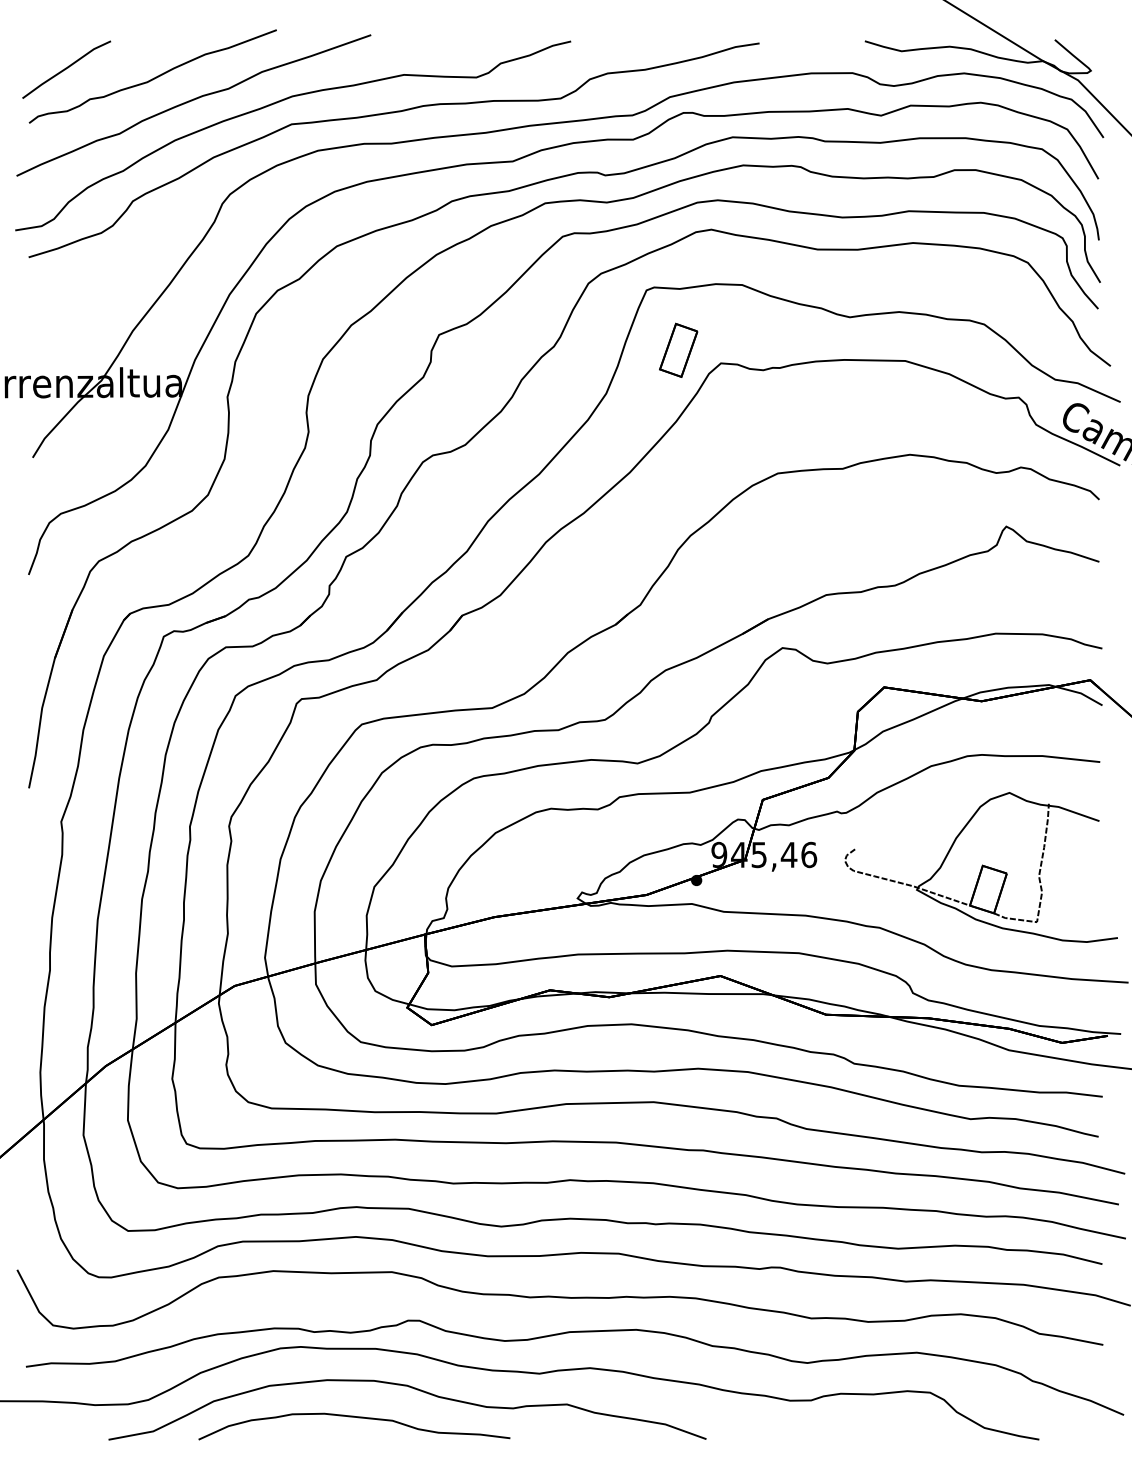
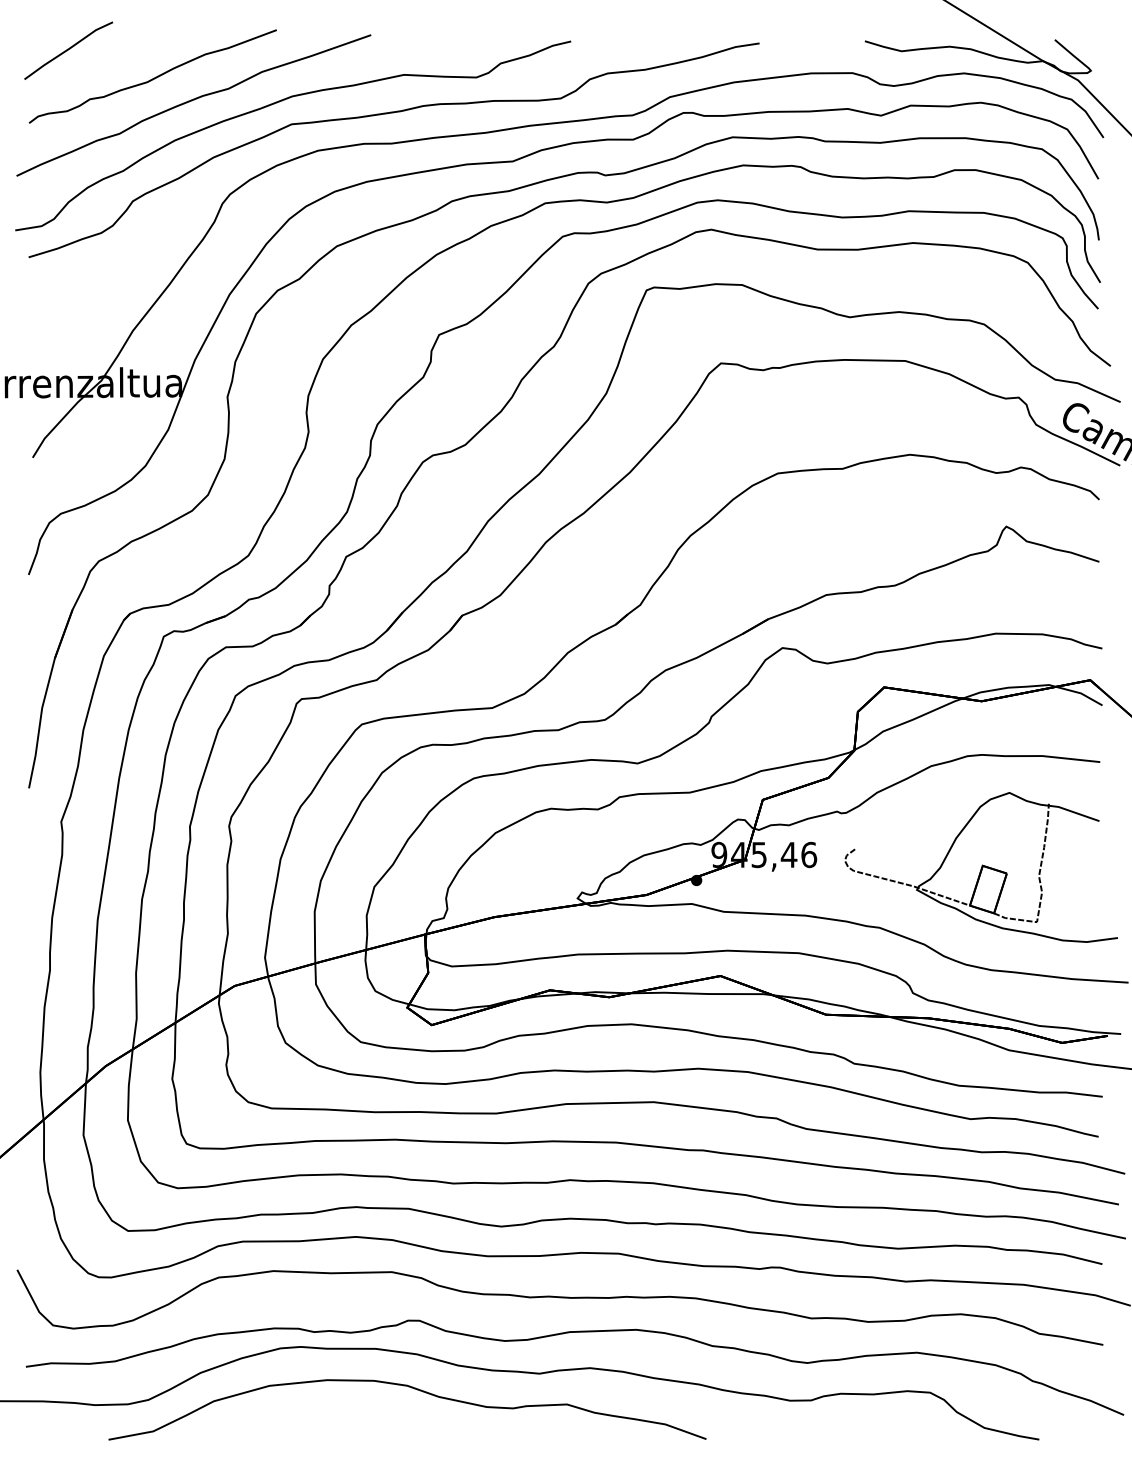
line at (66, 69) position: (66, 69) -> (68, 50)
part at (678, 349): present -> none
curve at (358, 1418): present -> none
